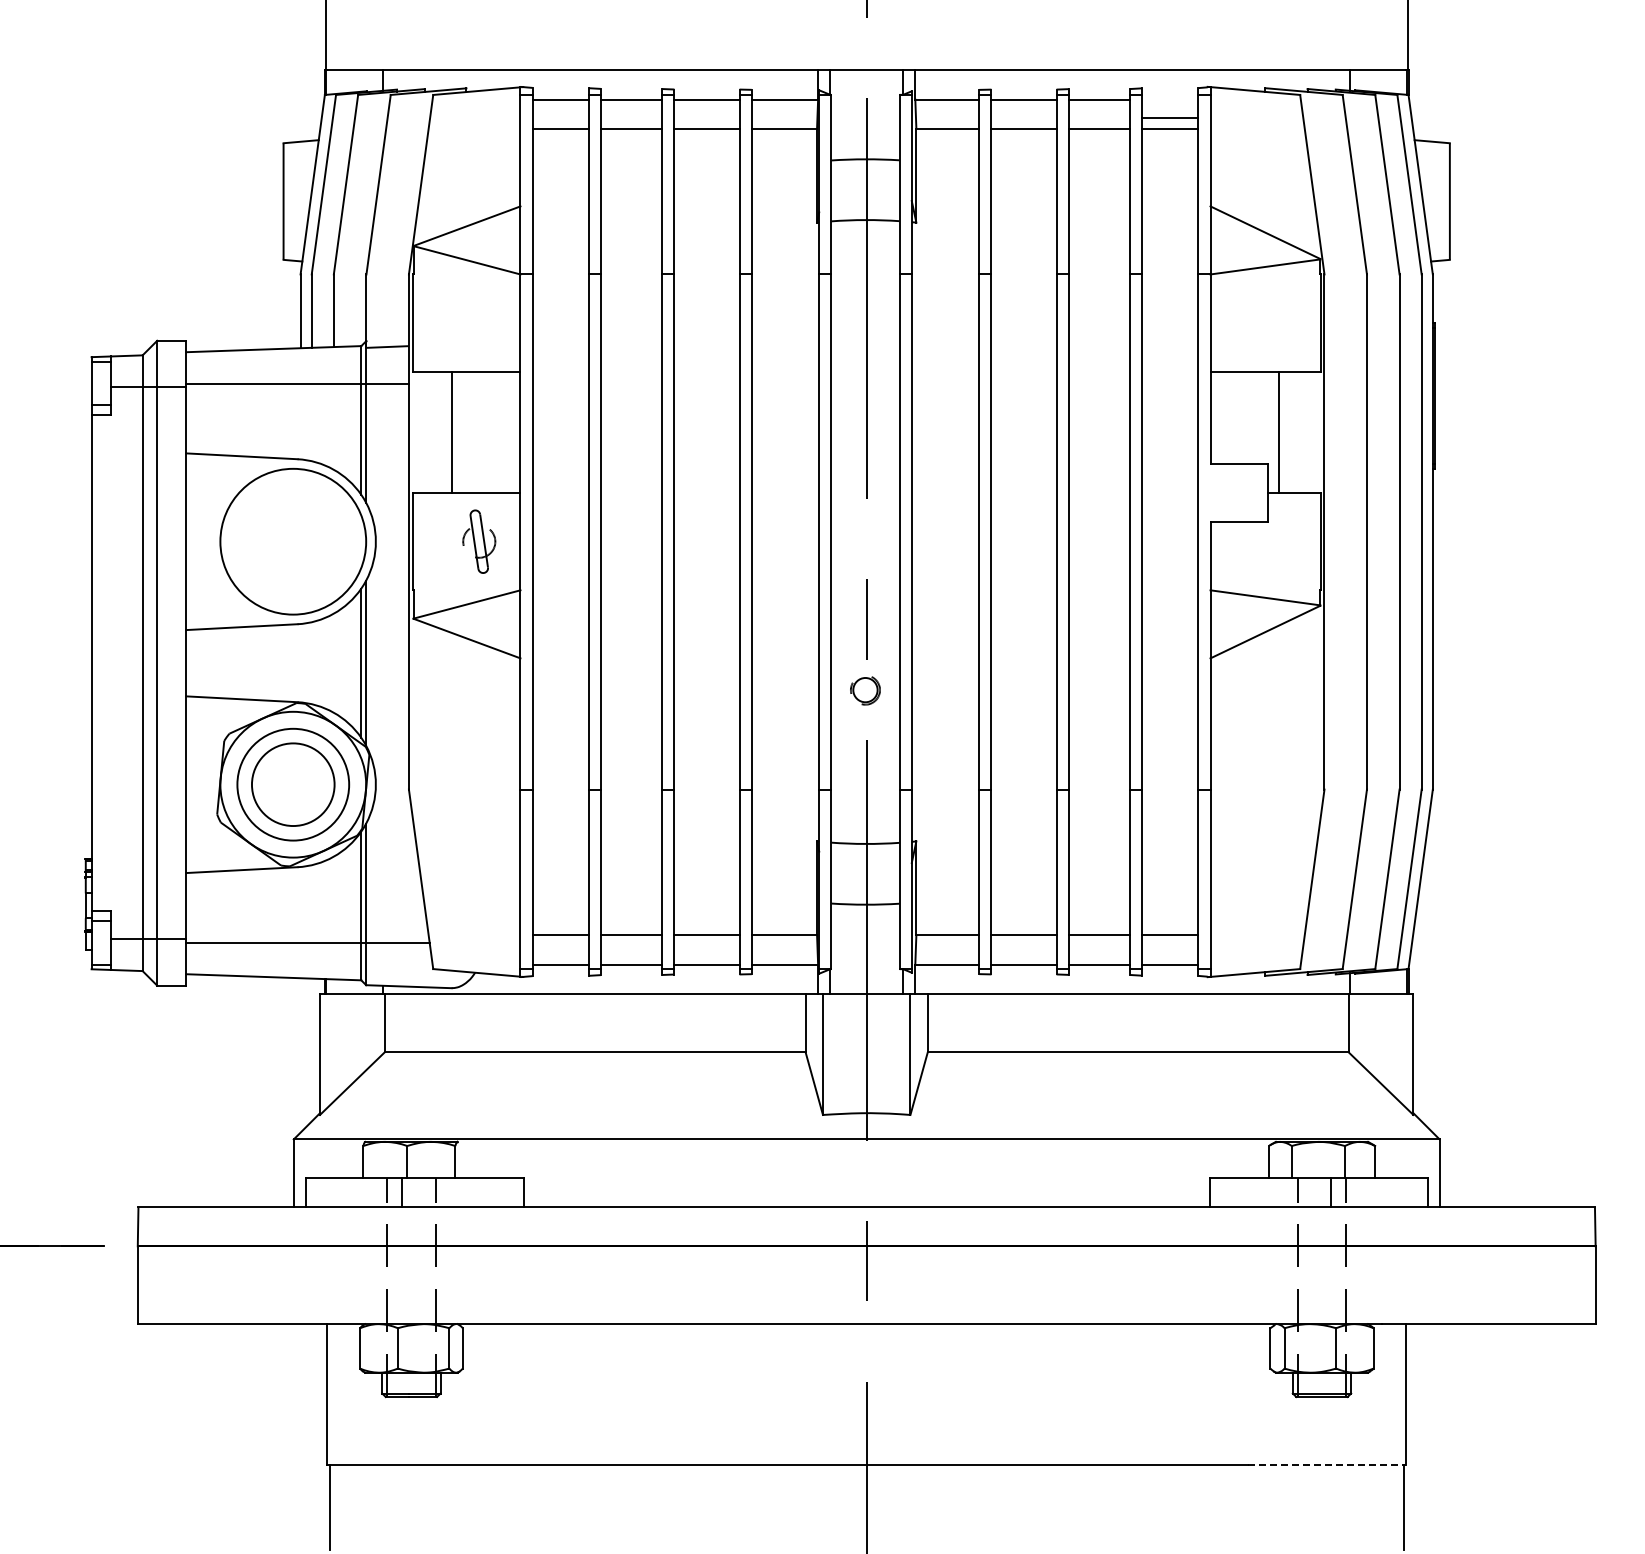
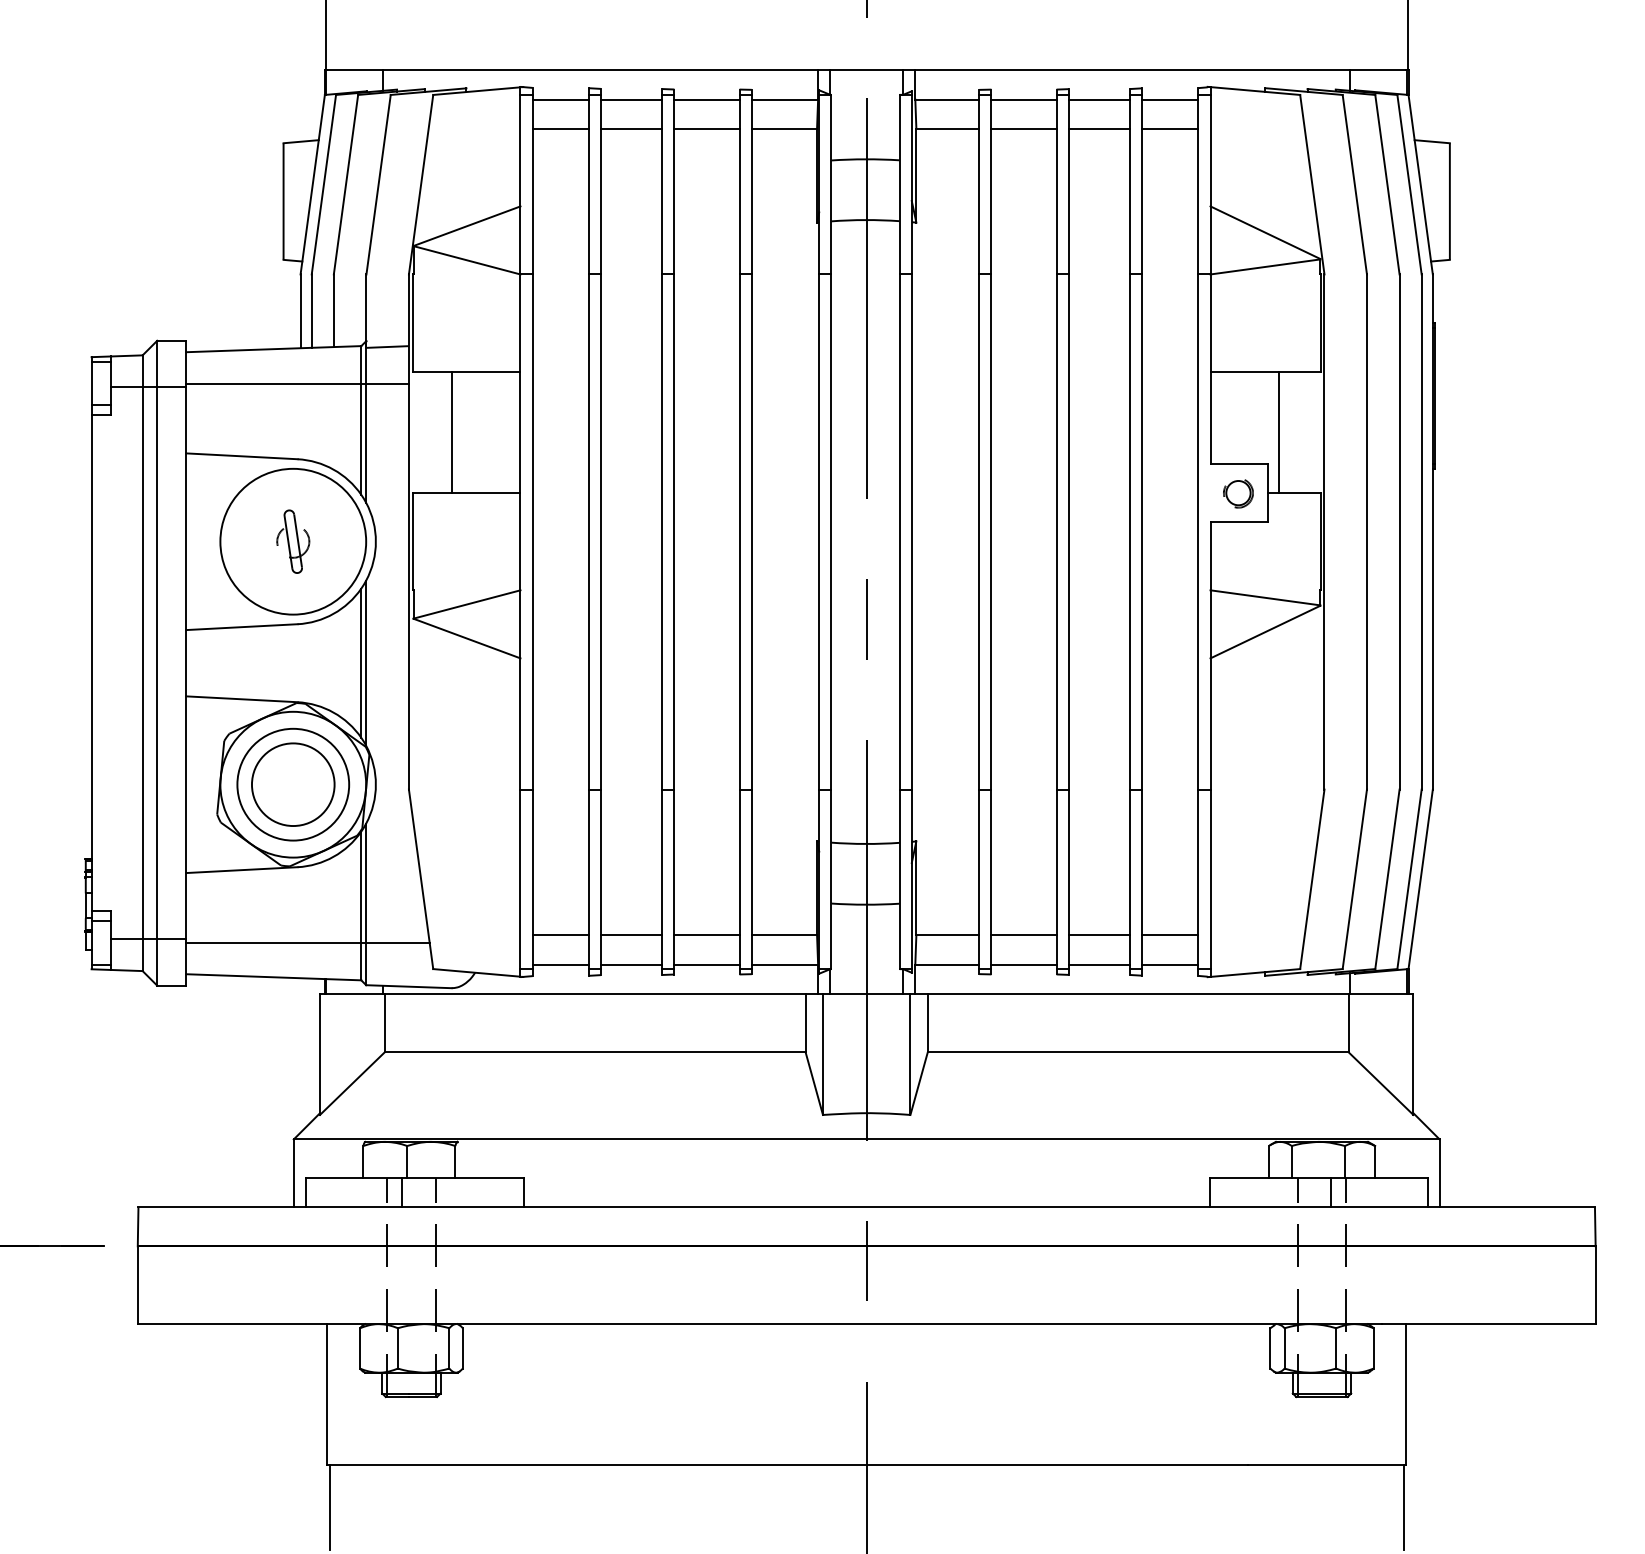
line at (1170, 117) position: (1170, 117) -> (1170, 99)
part at (479, 541) position: (479, 541) -> (293, 541)
part at (865, 690) position: (865, 690) -> (1238, 493)
line at (1327, 1465): dashed -> solid
